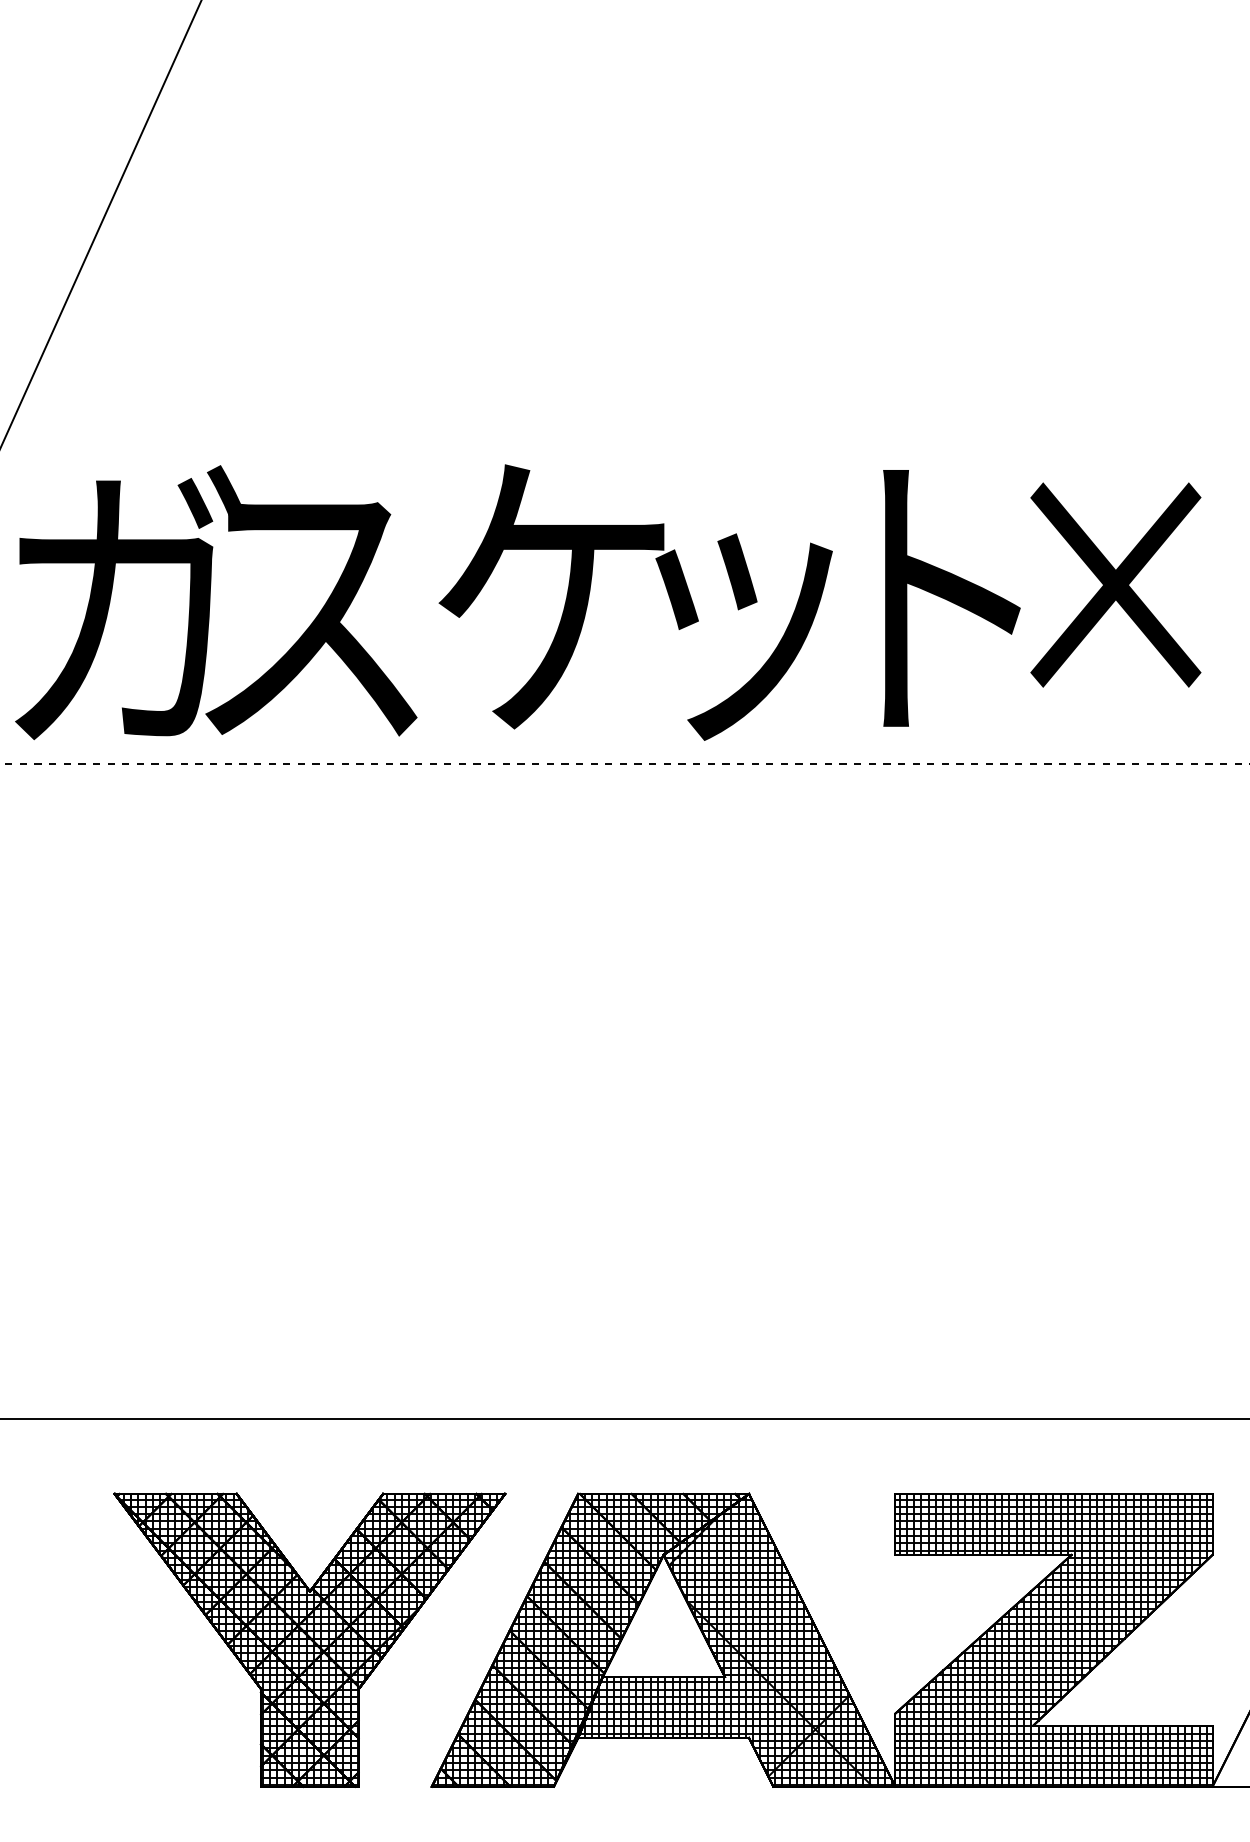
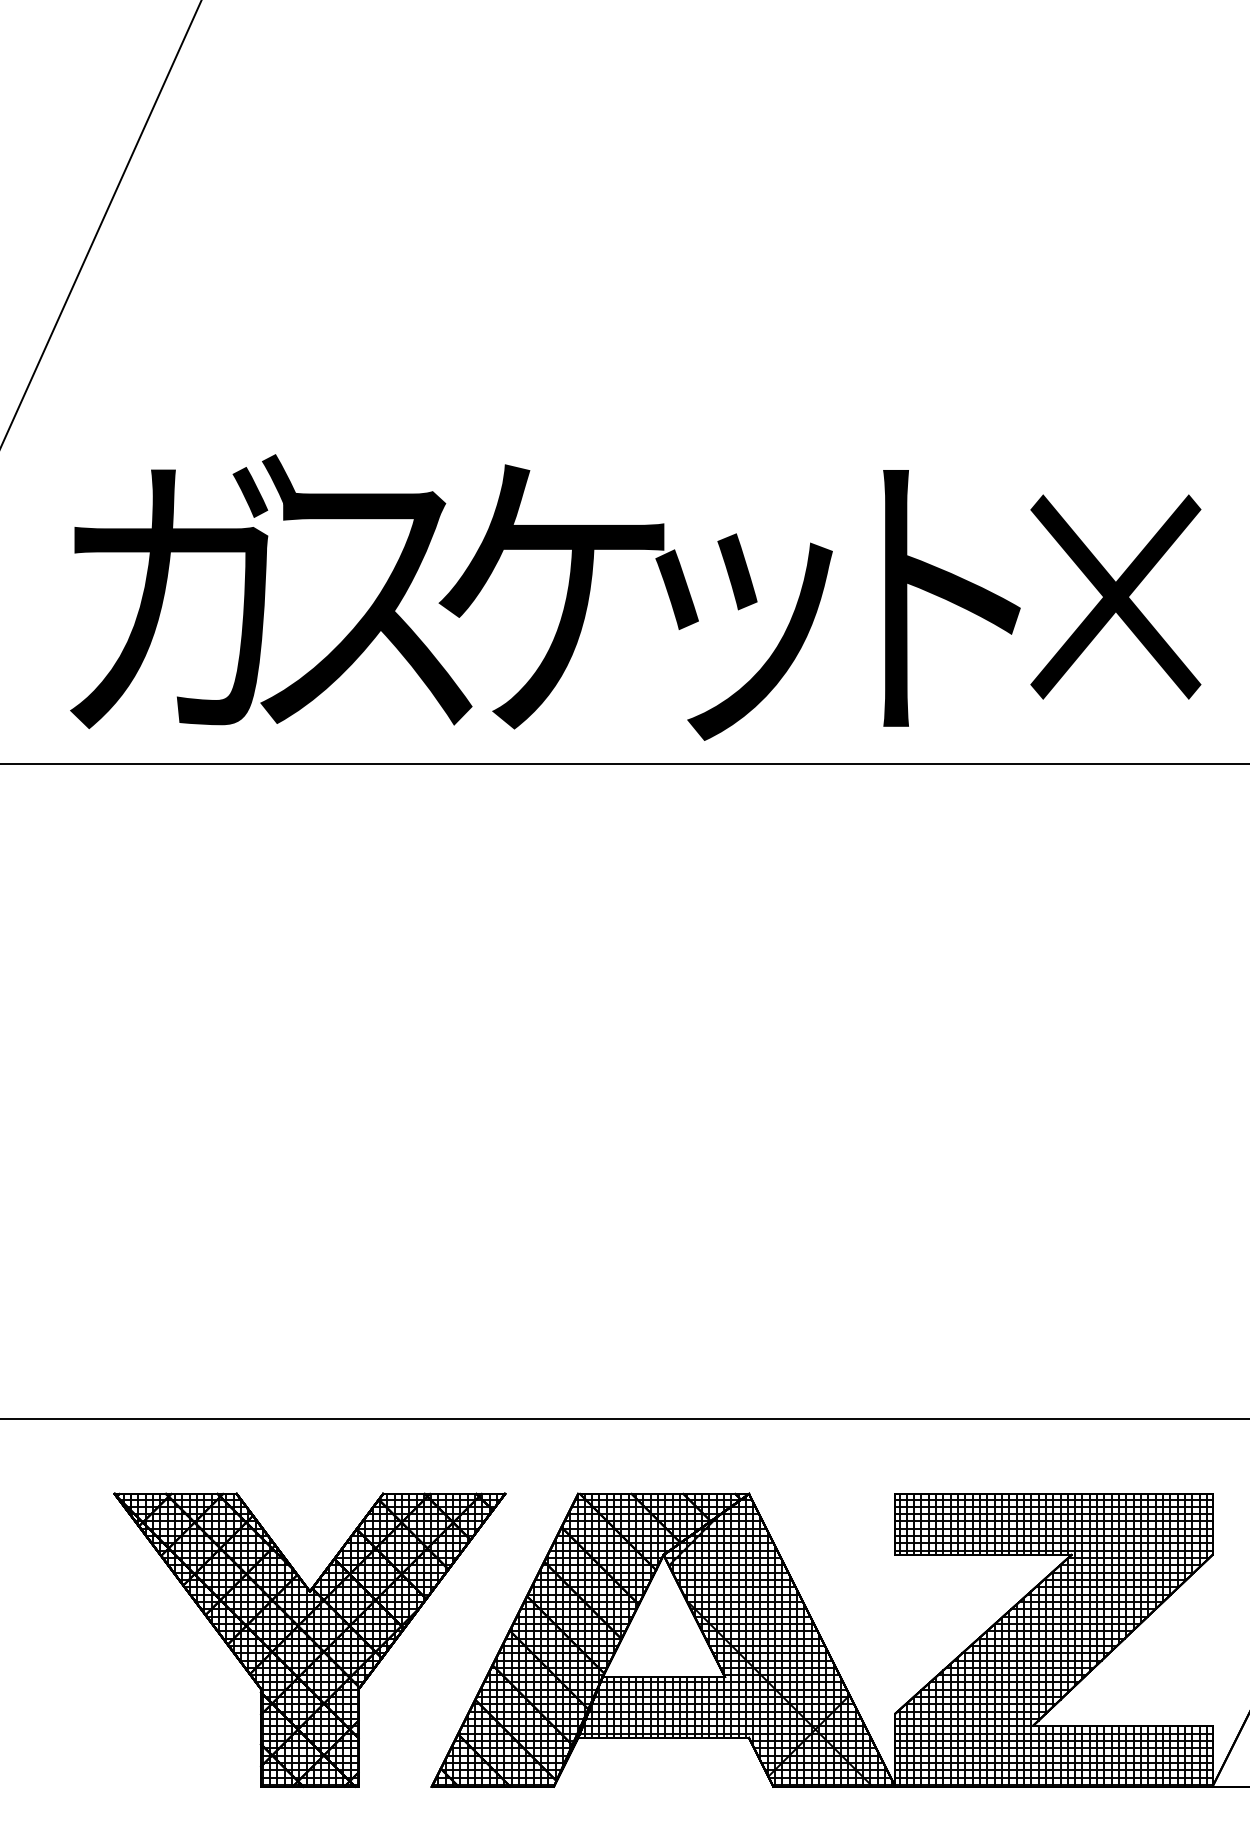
text at (1115, 584) position: (1115, 584) -> (1115, 596)
text at (216, 602) position: (216, 602) -> (271, 591)
line at (625, 764): dashed -> solid
